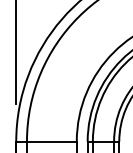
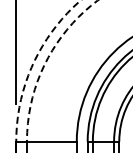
arc at (46, 61): solid -> dashed
arc at (33, 62): solid -> dashed
